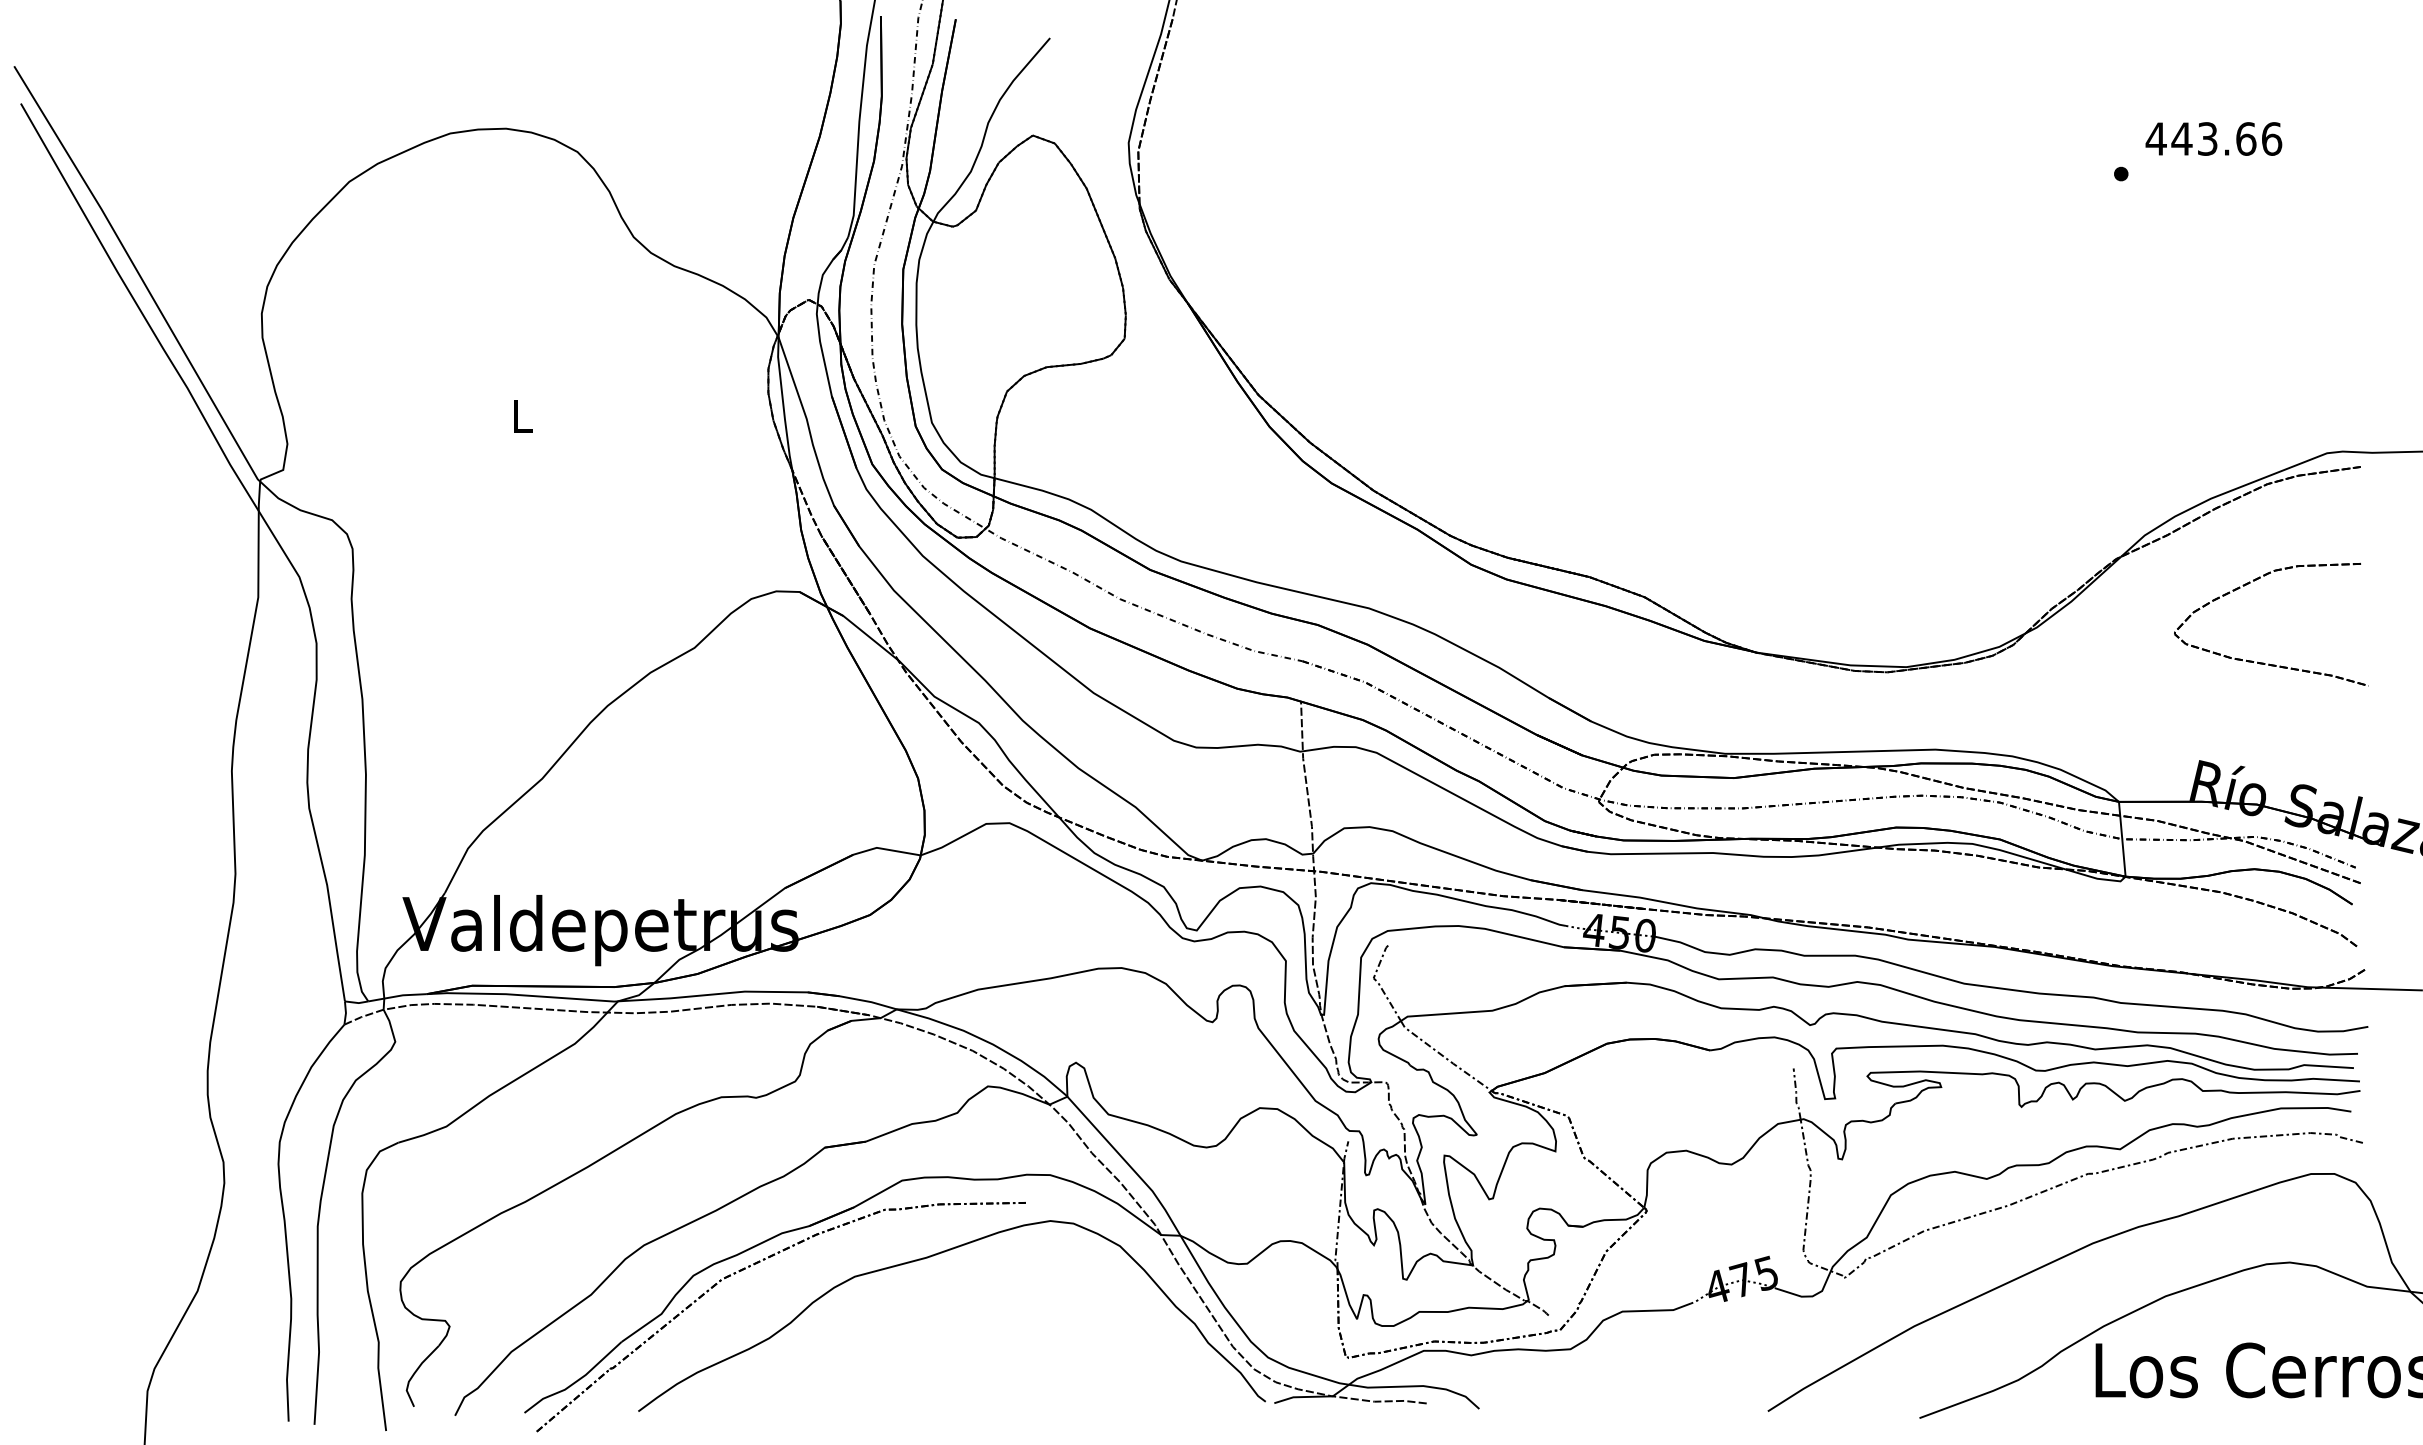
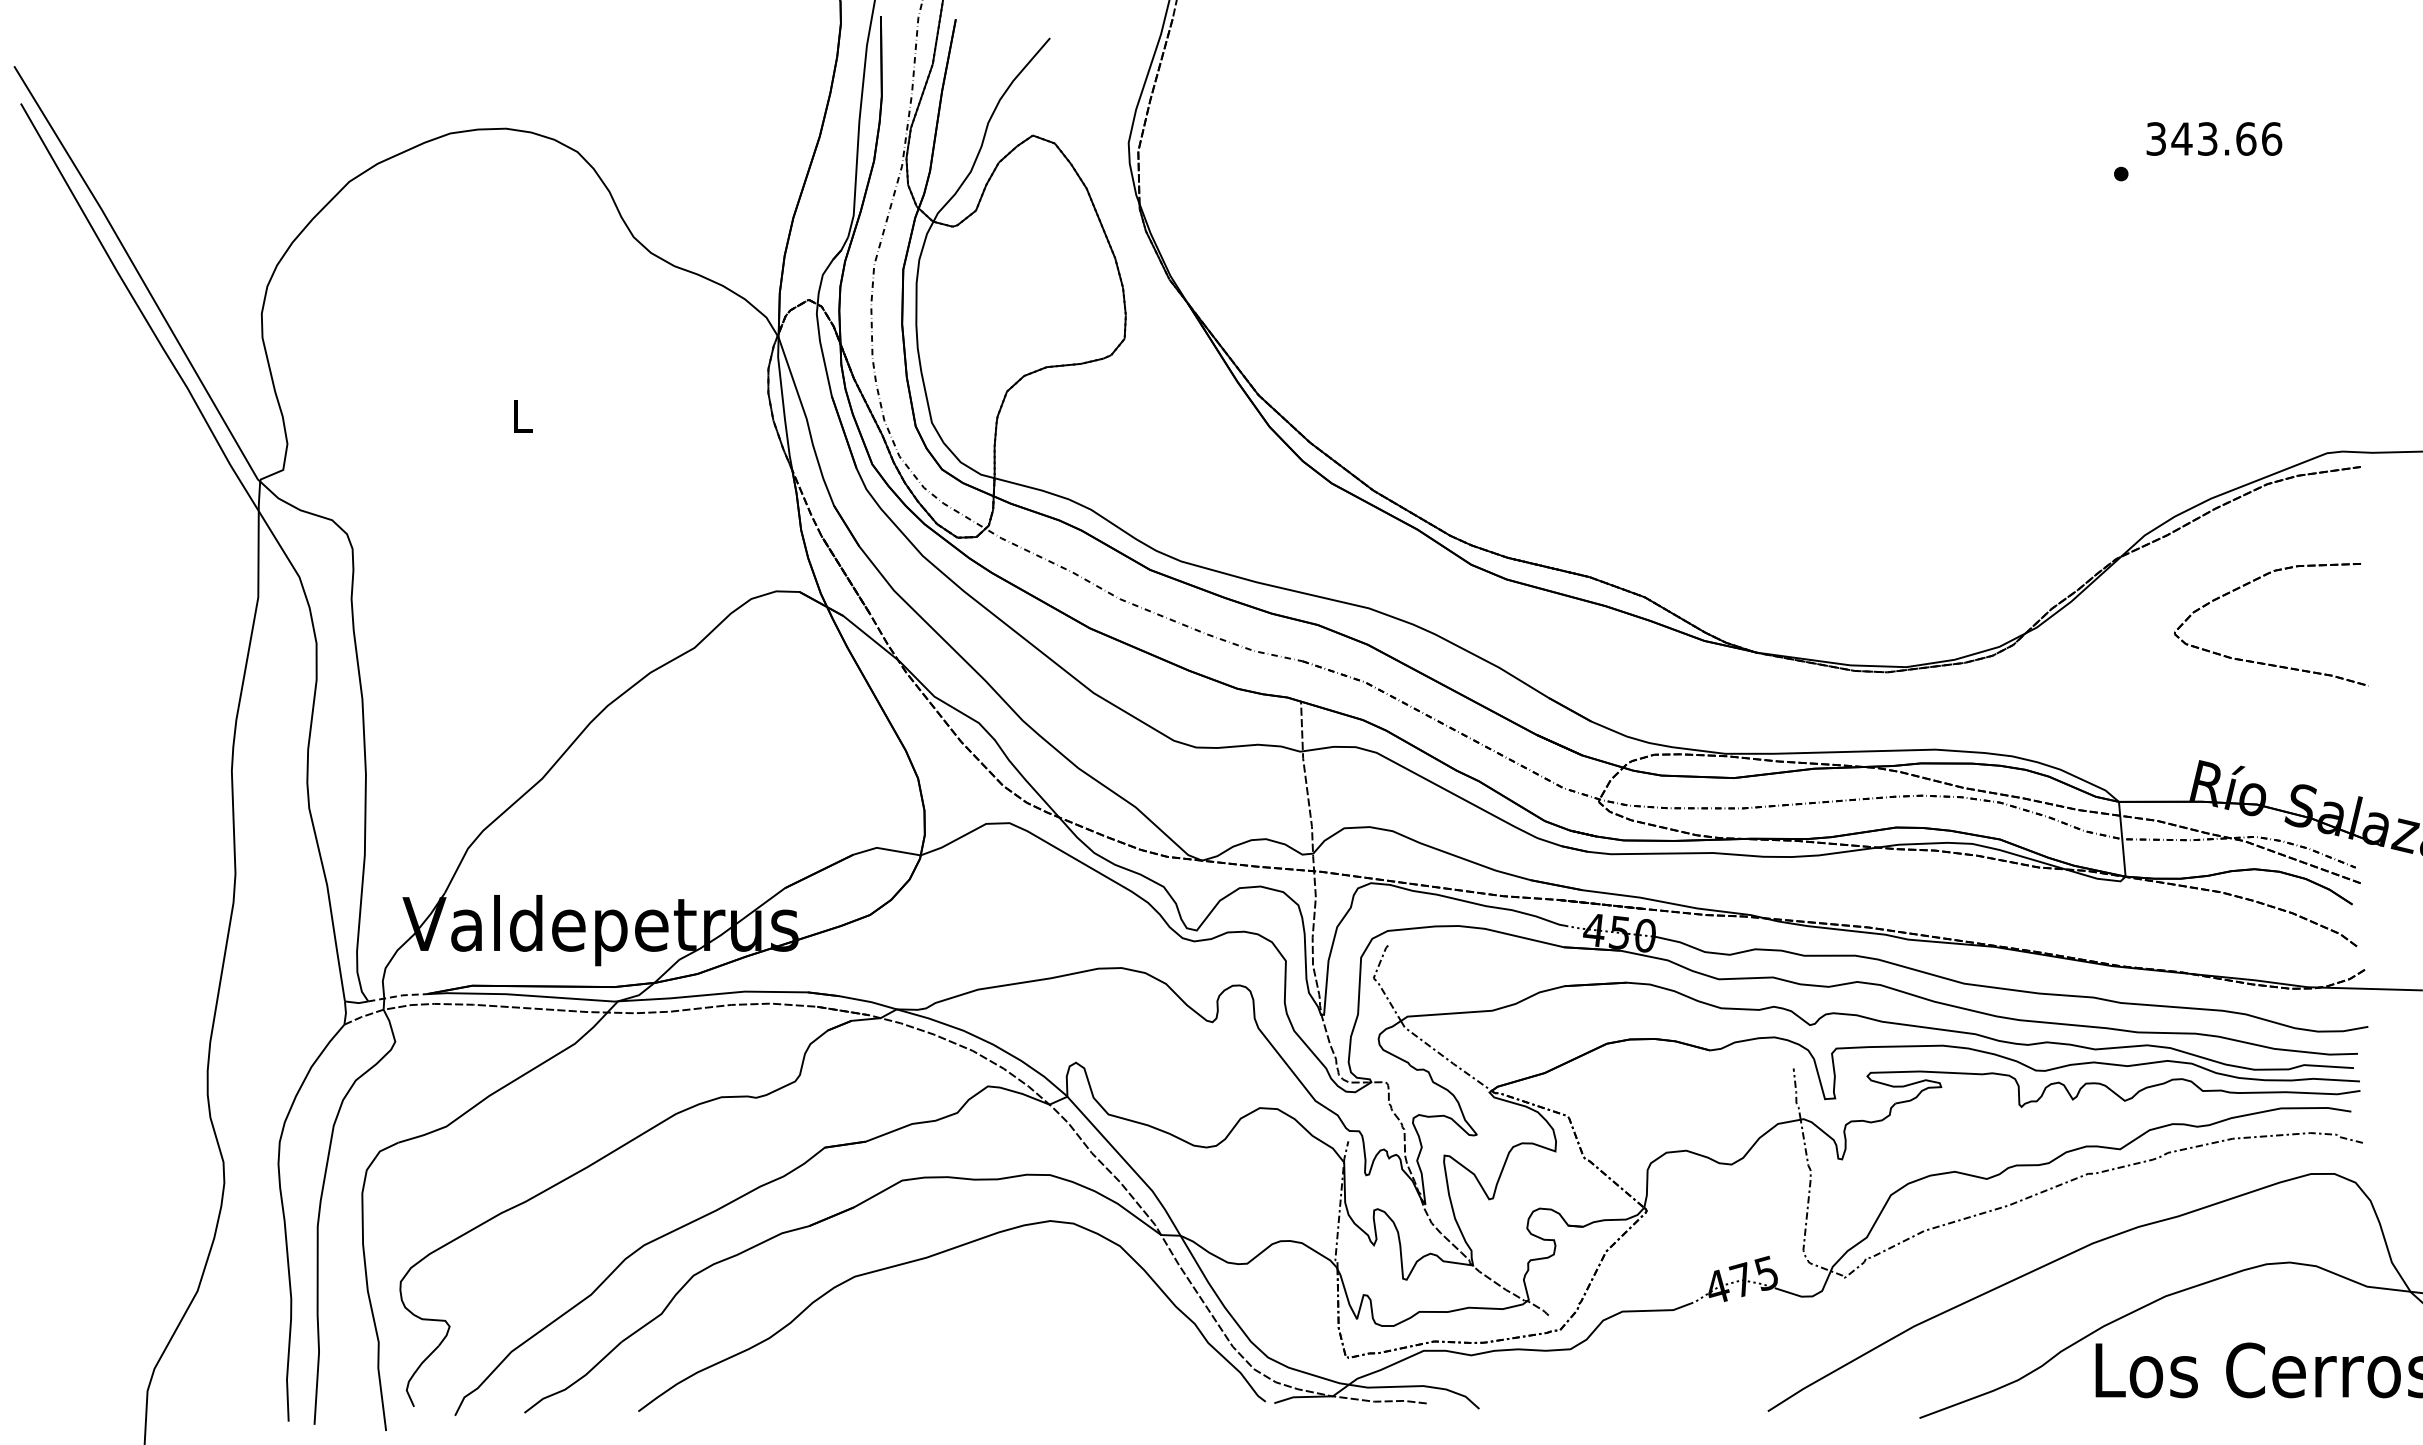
text at (2155, 138): 443.66 -> 343.66
line at (398, 996): solid -> dashed
part at (754, 1265): present -> none
